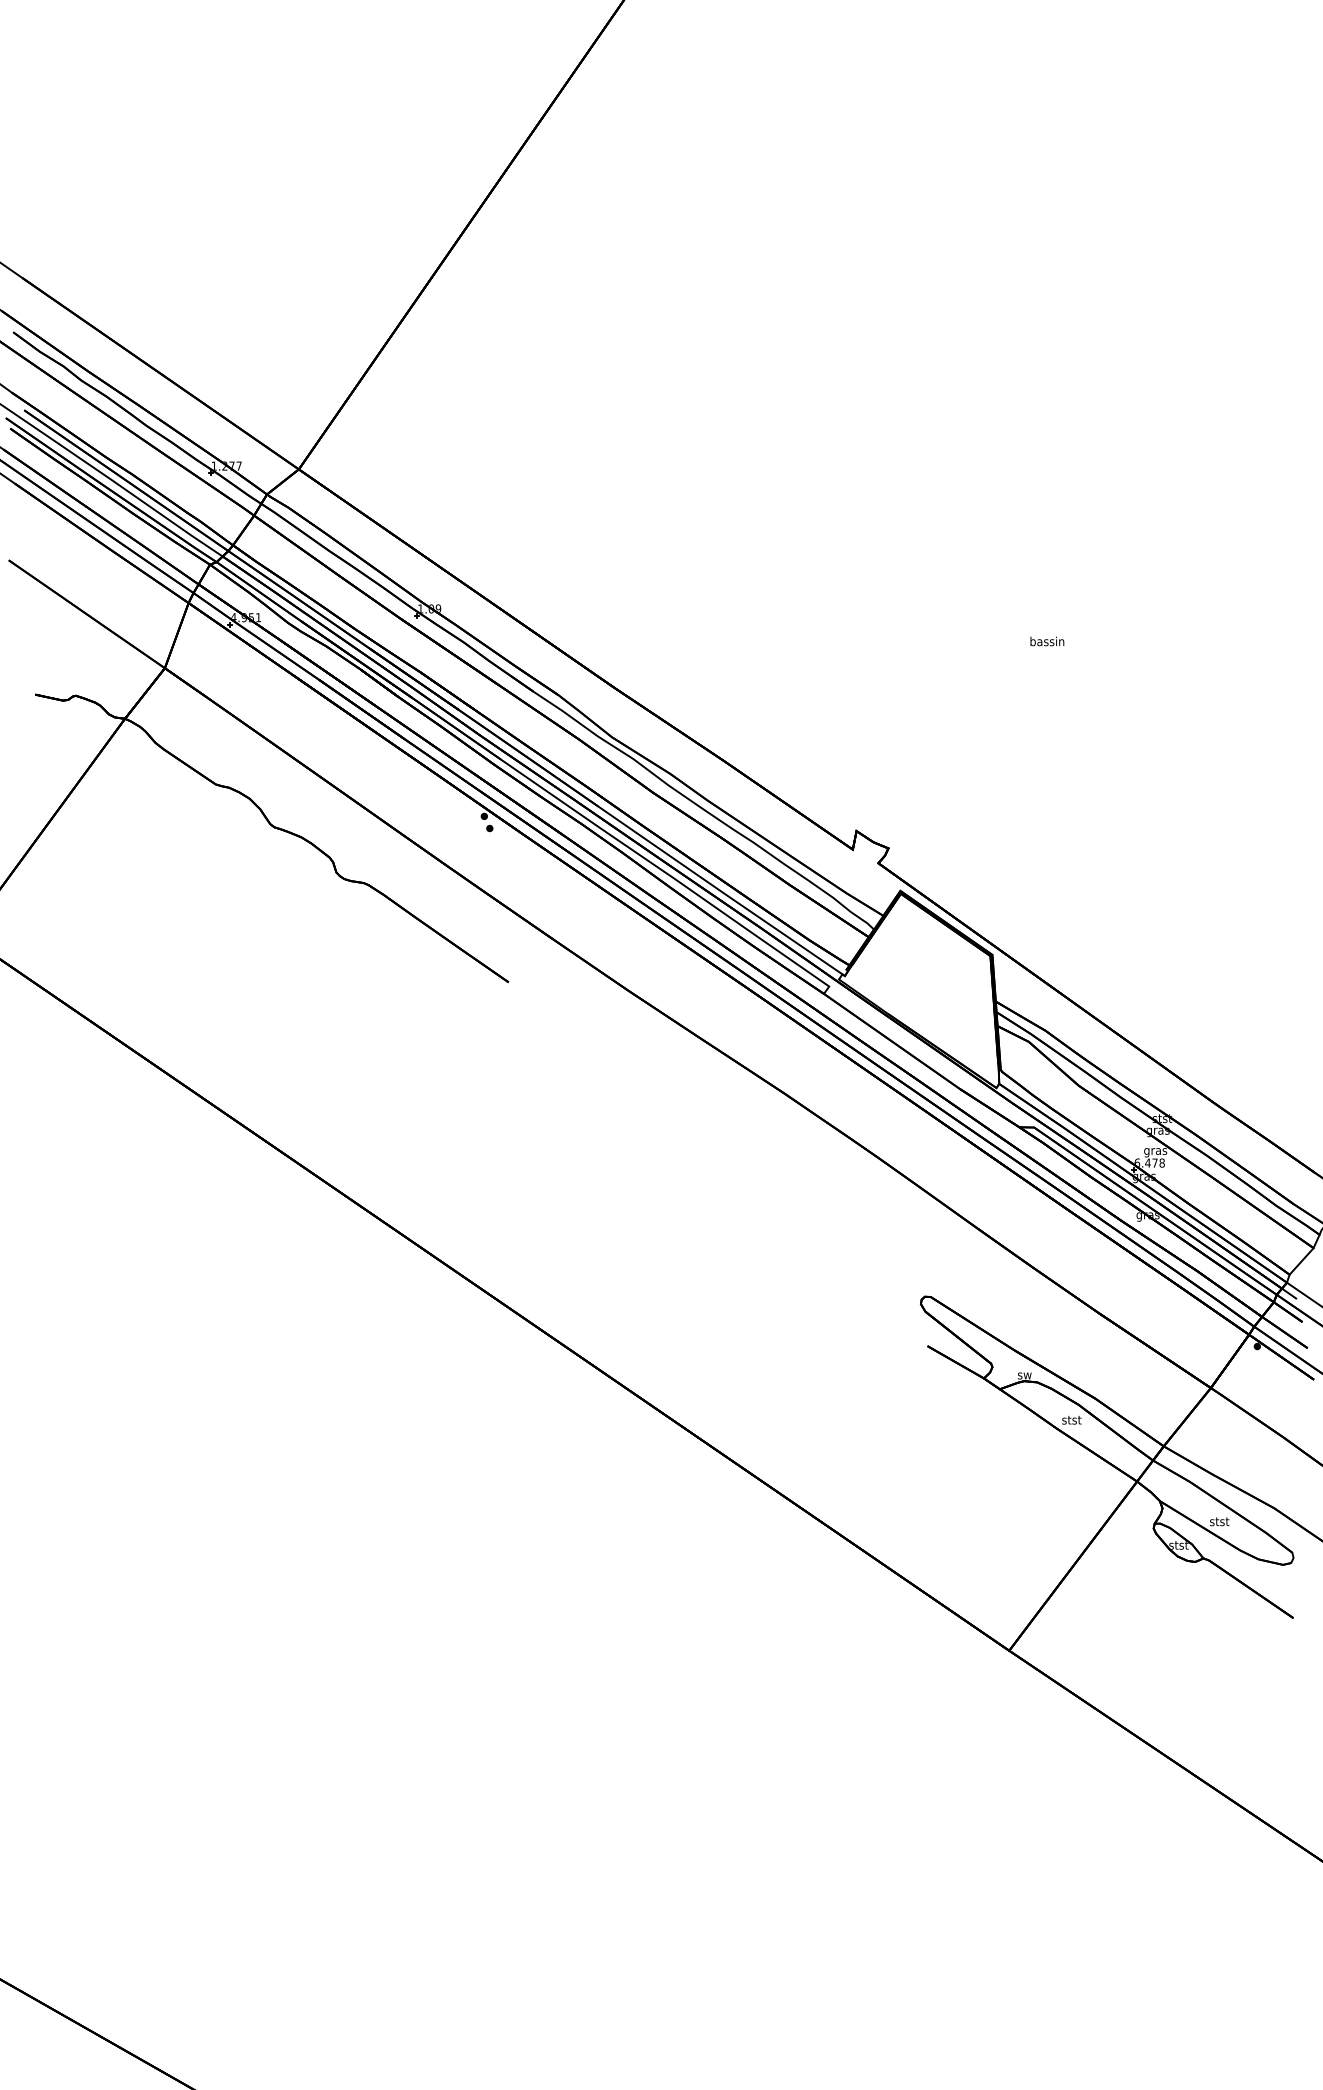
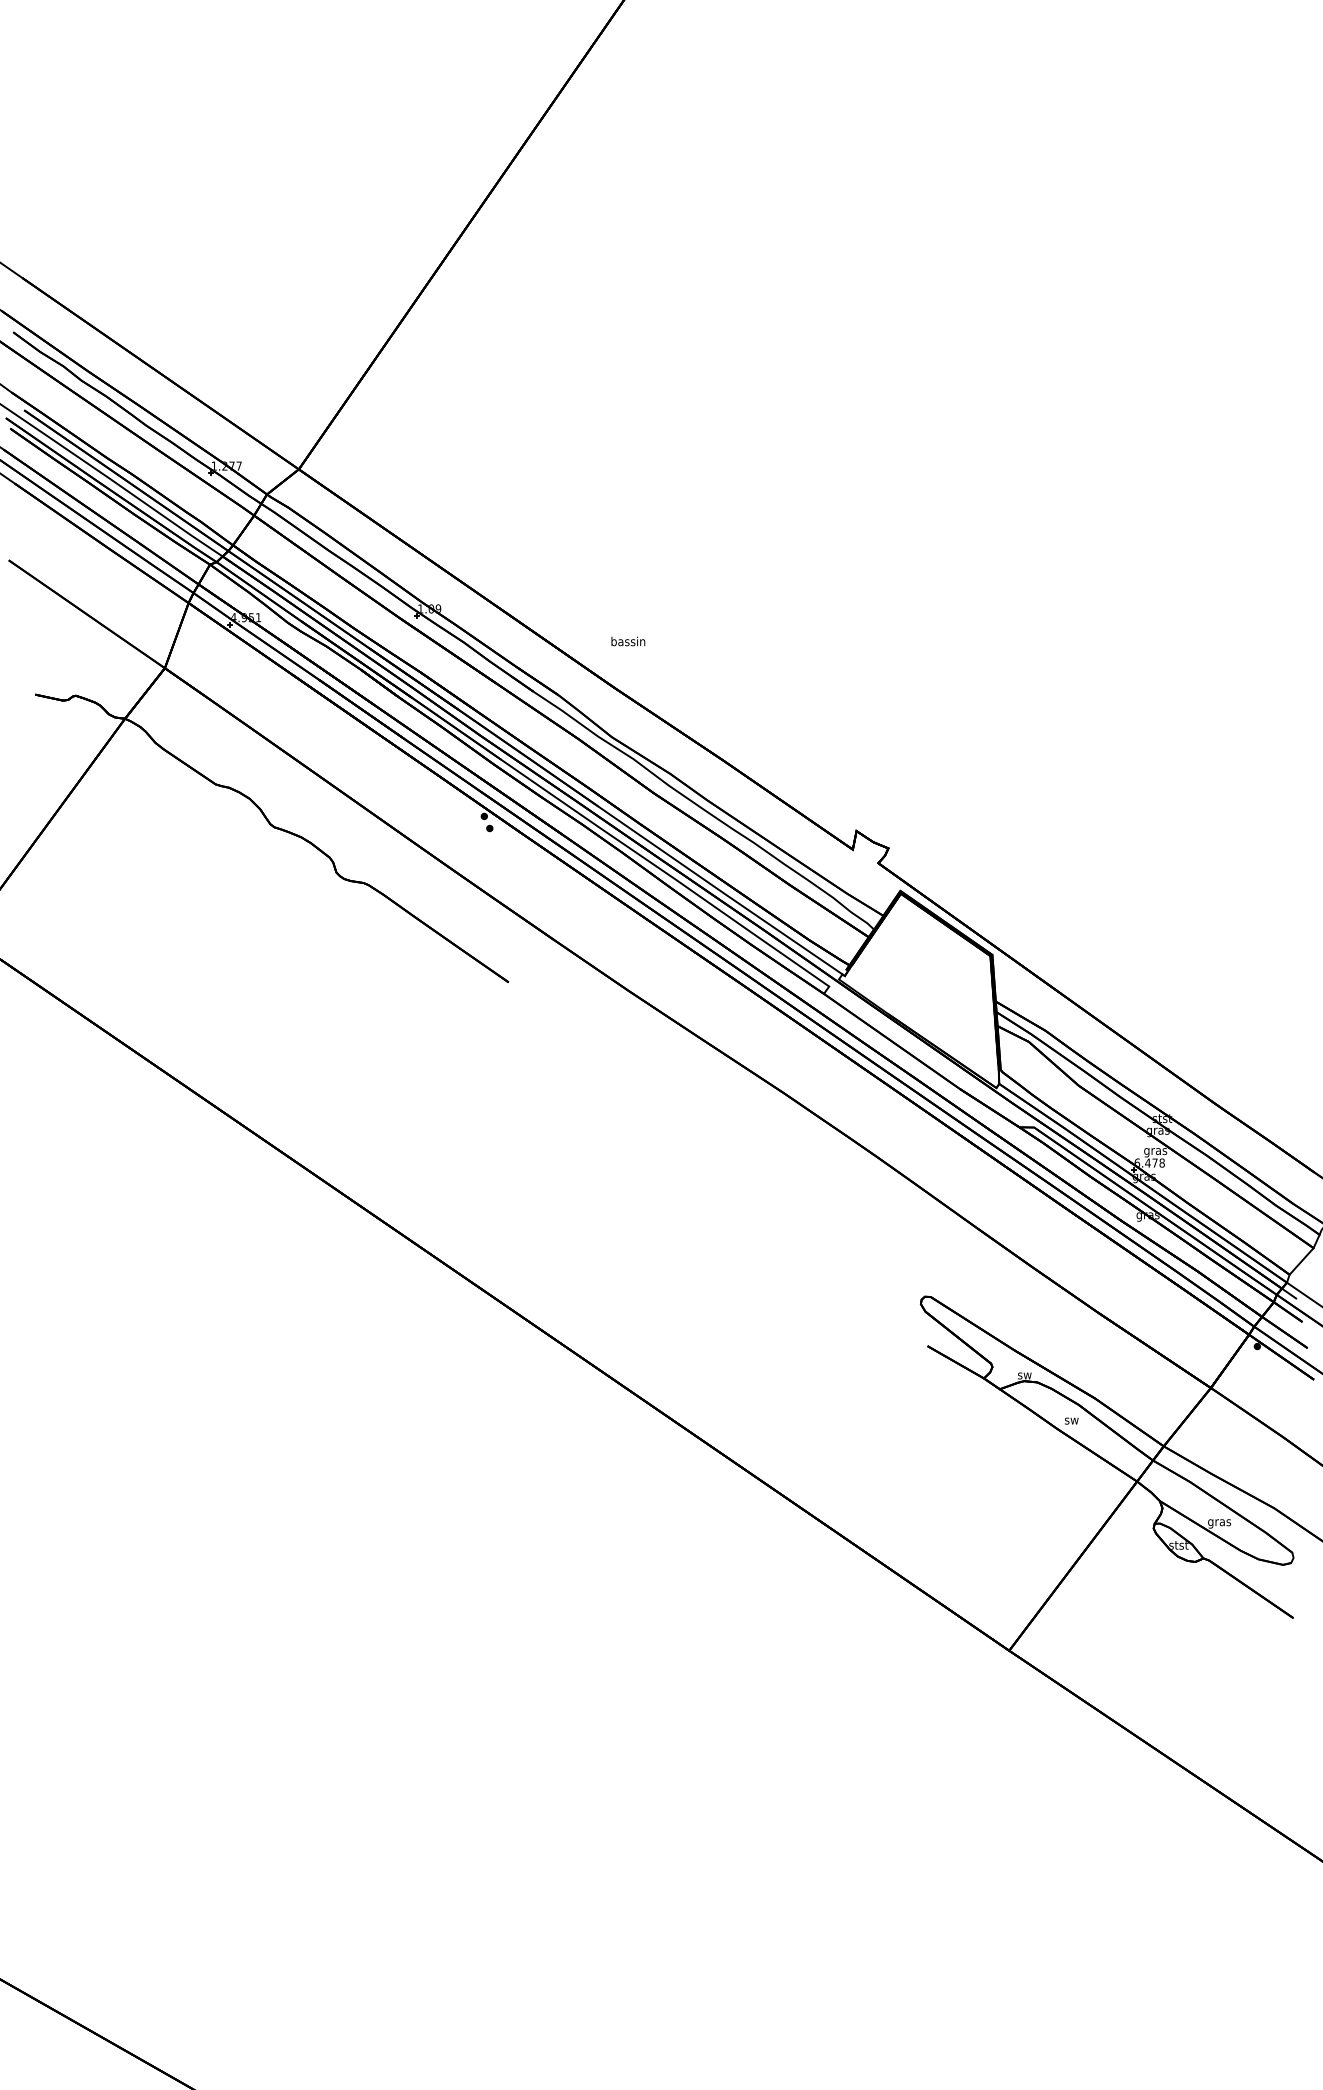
text at (1047, 641) position: (1047, 641) -> (628, 641)
text at (1071, 1419): stst -> sw
text at (1219, 1522): stst -> gras
